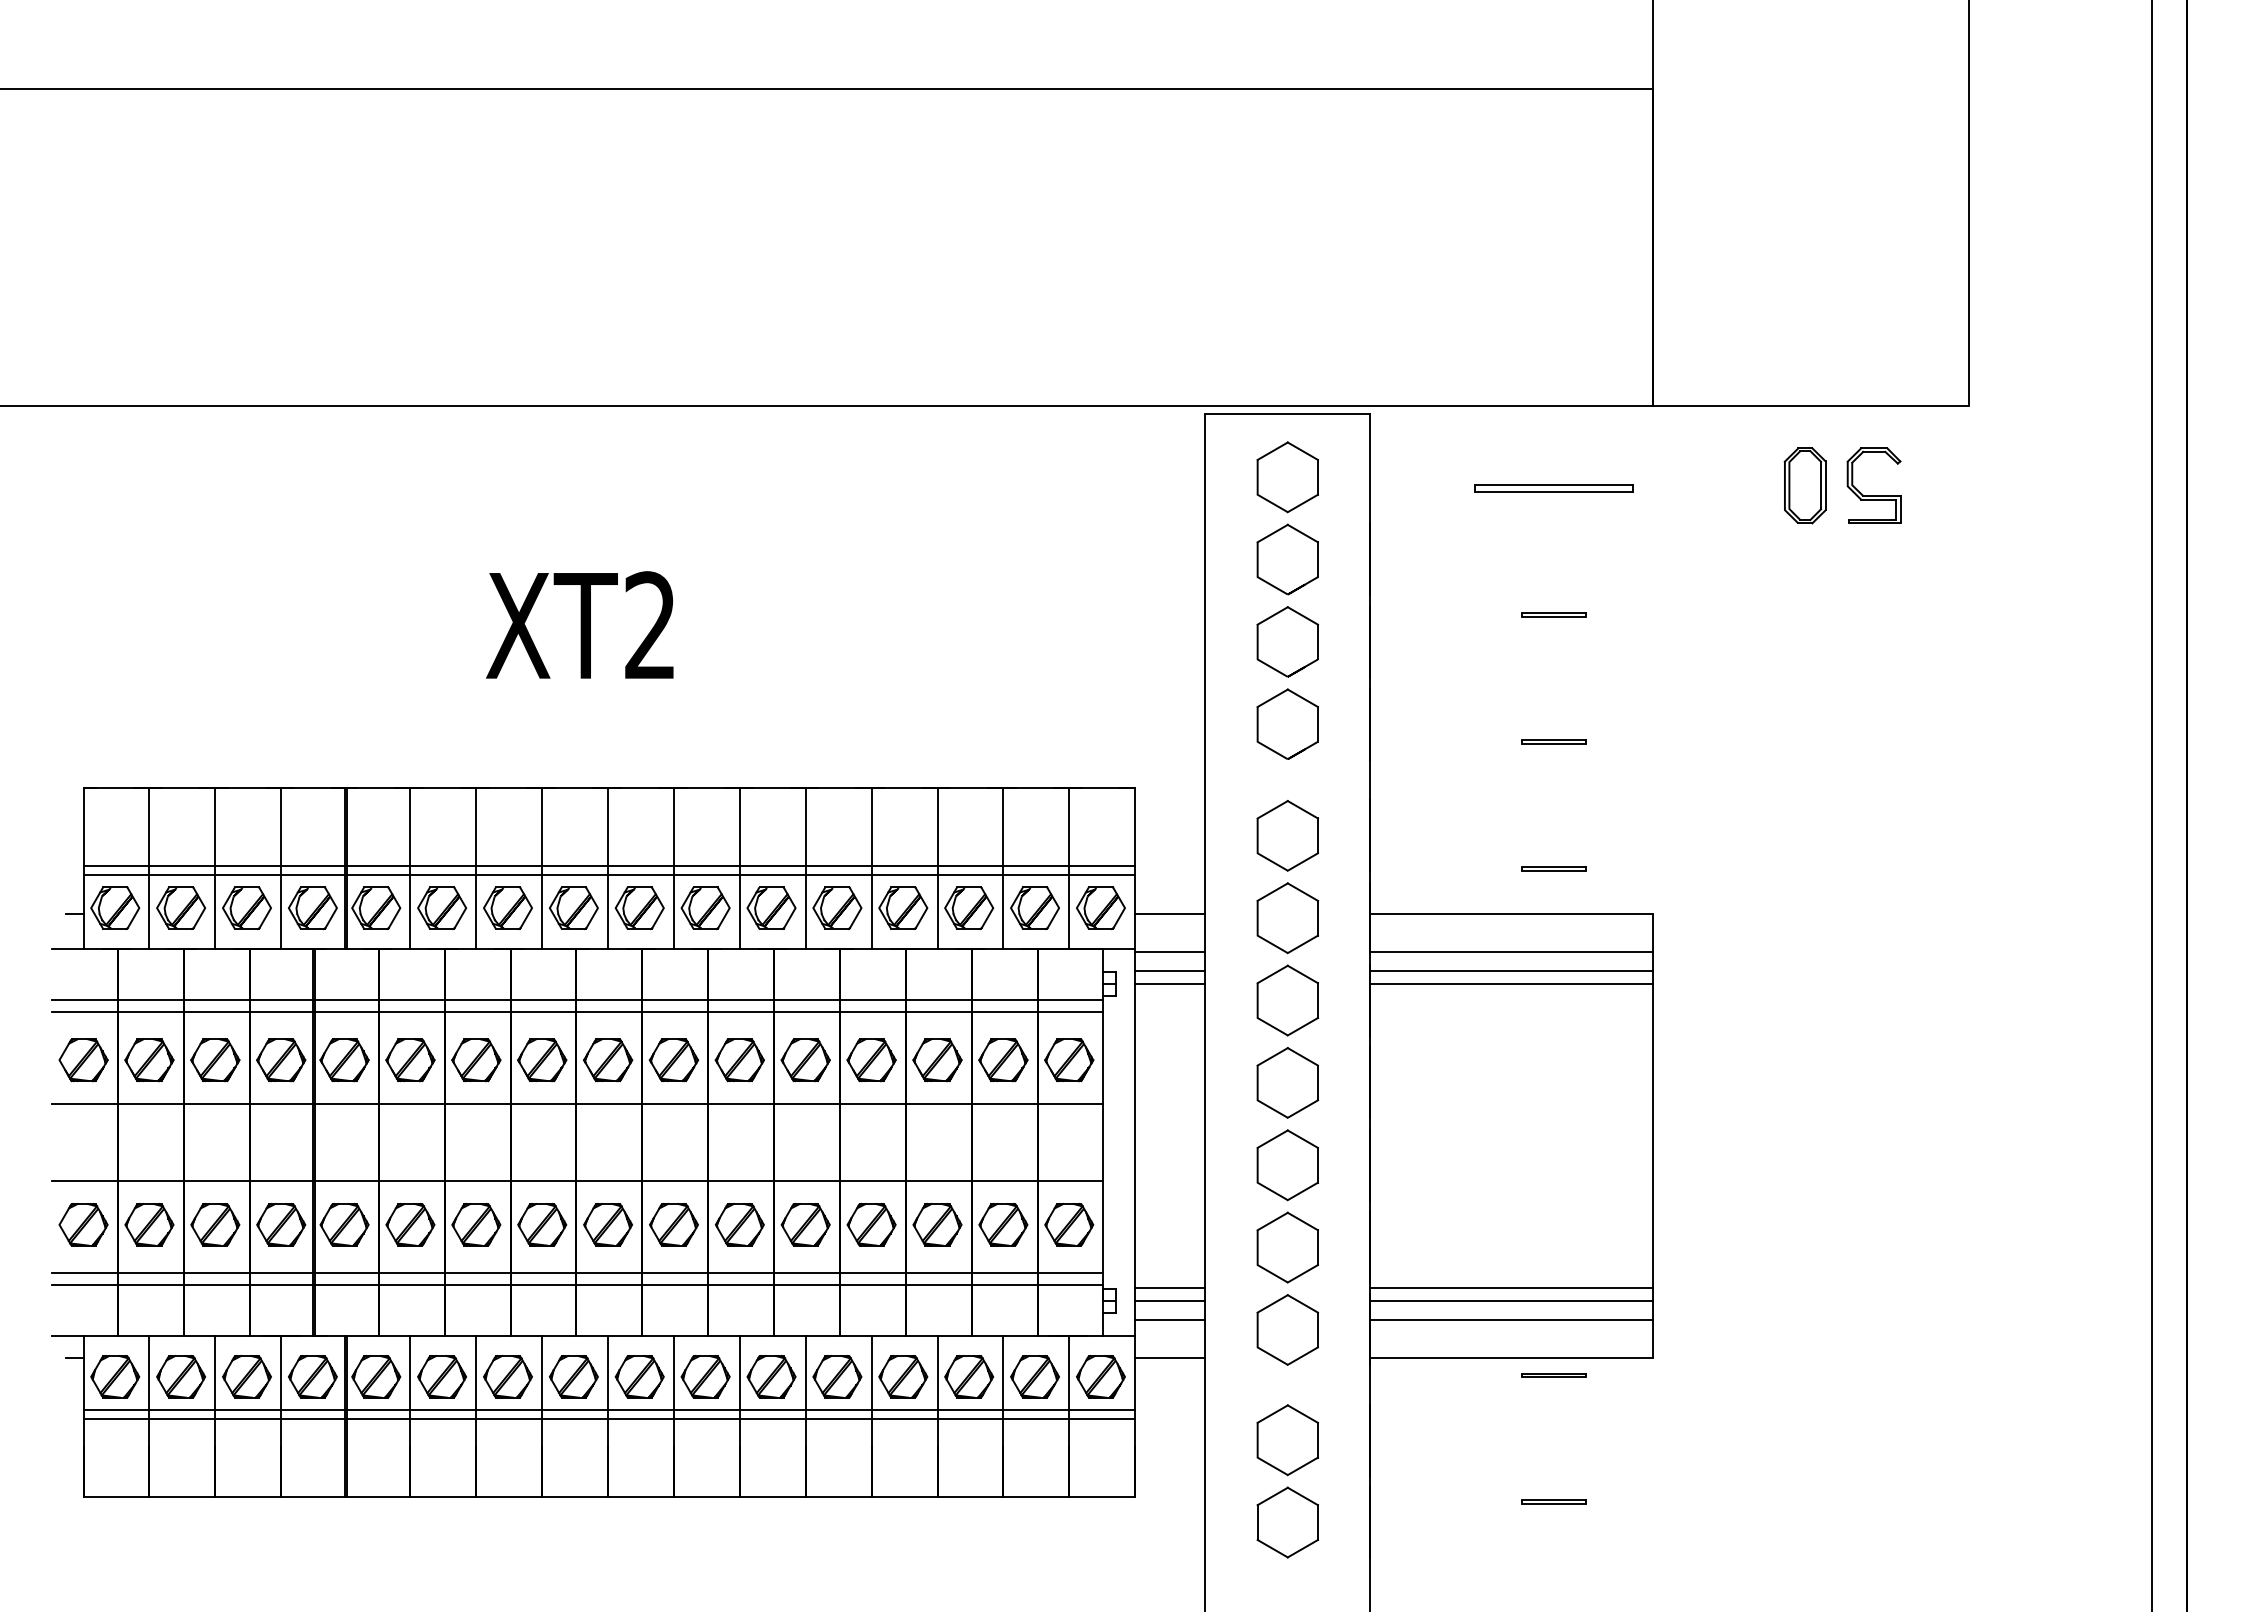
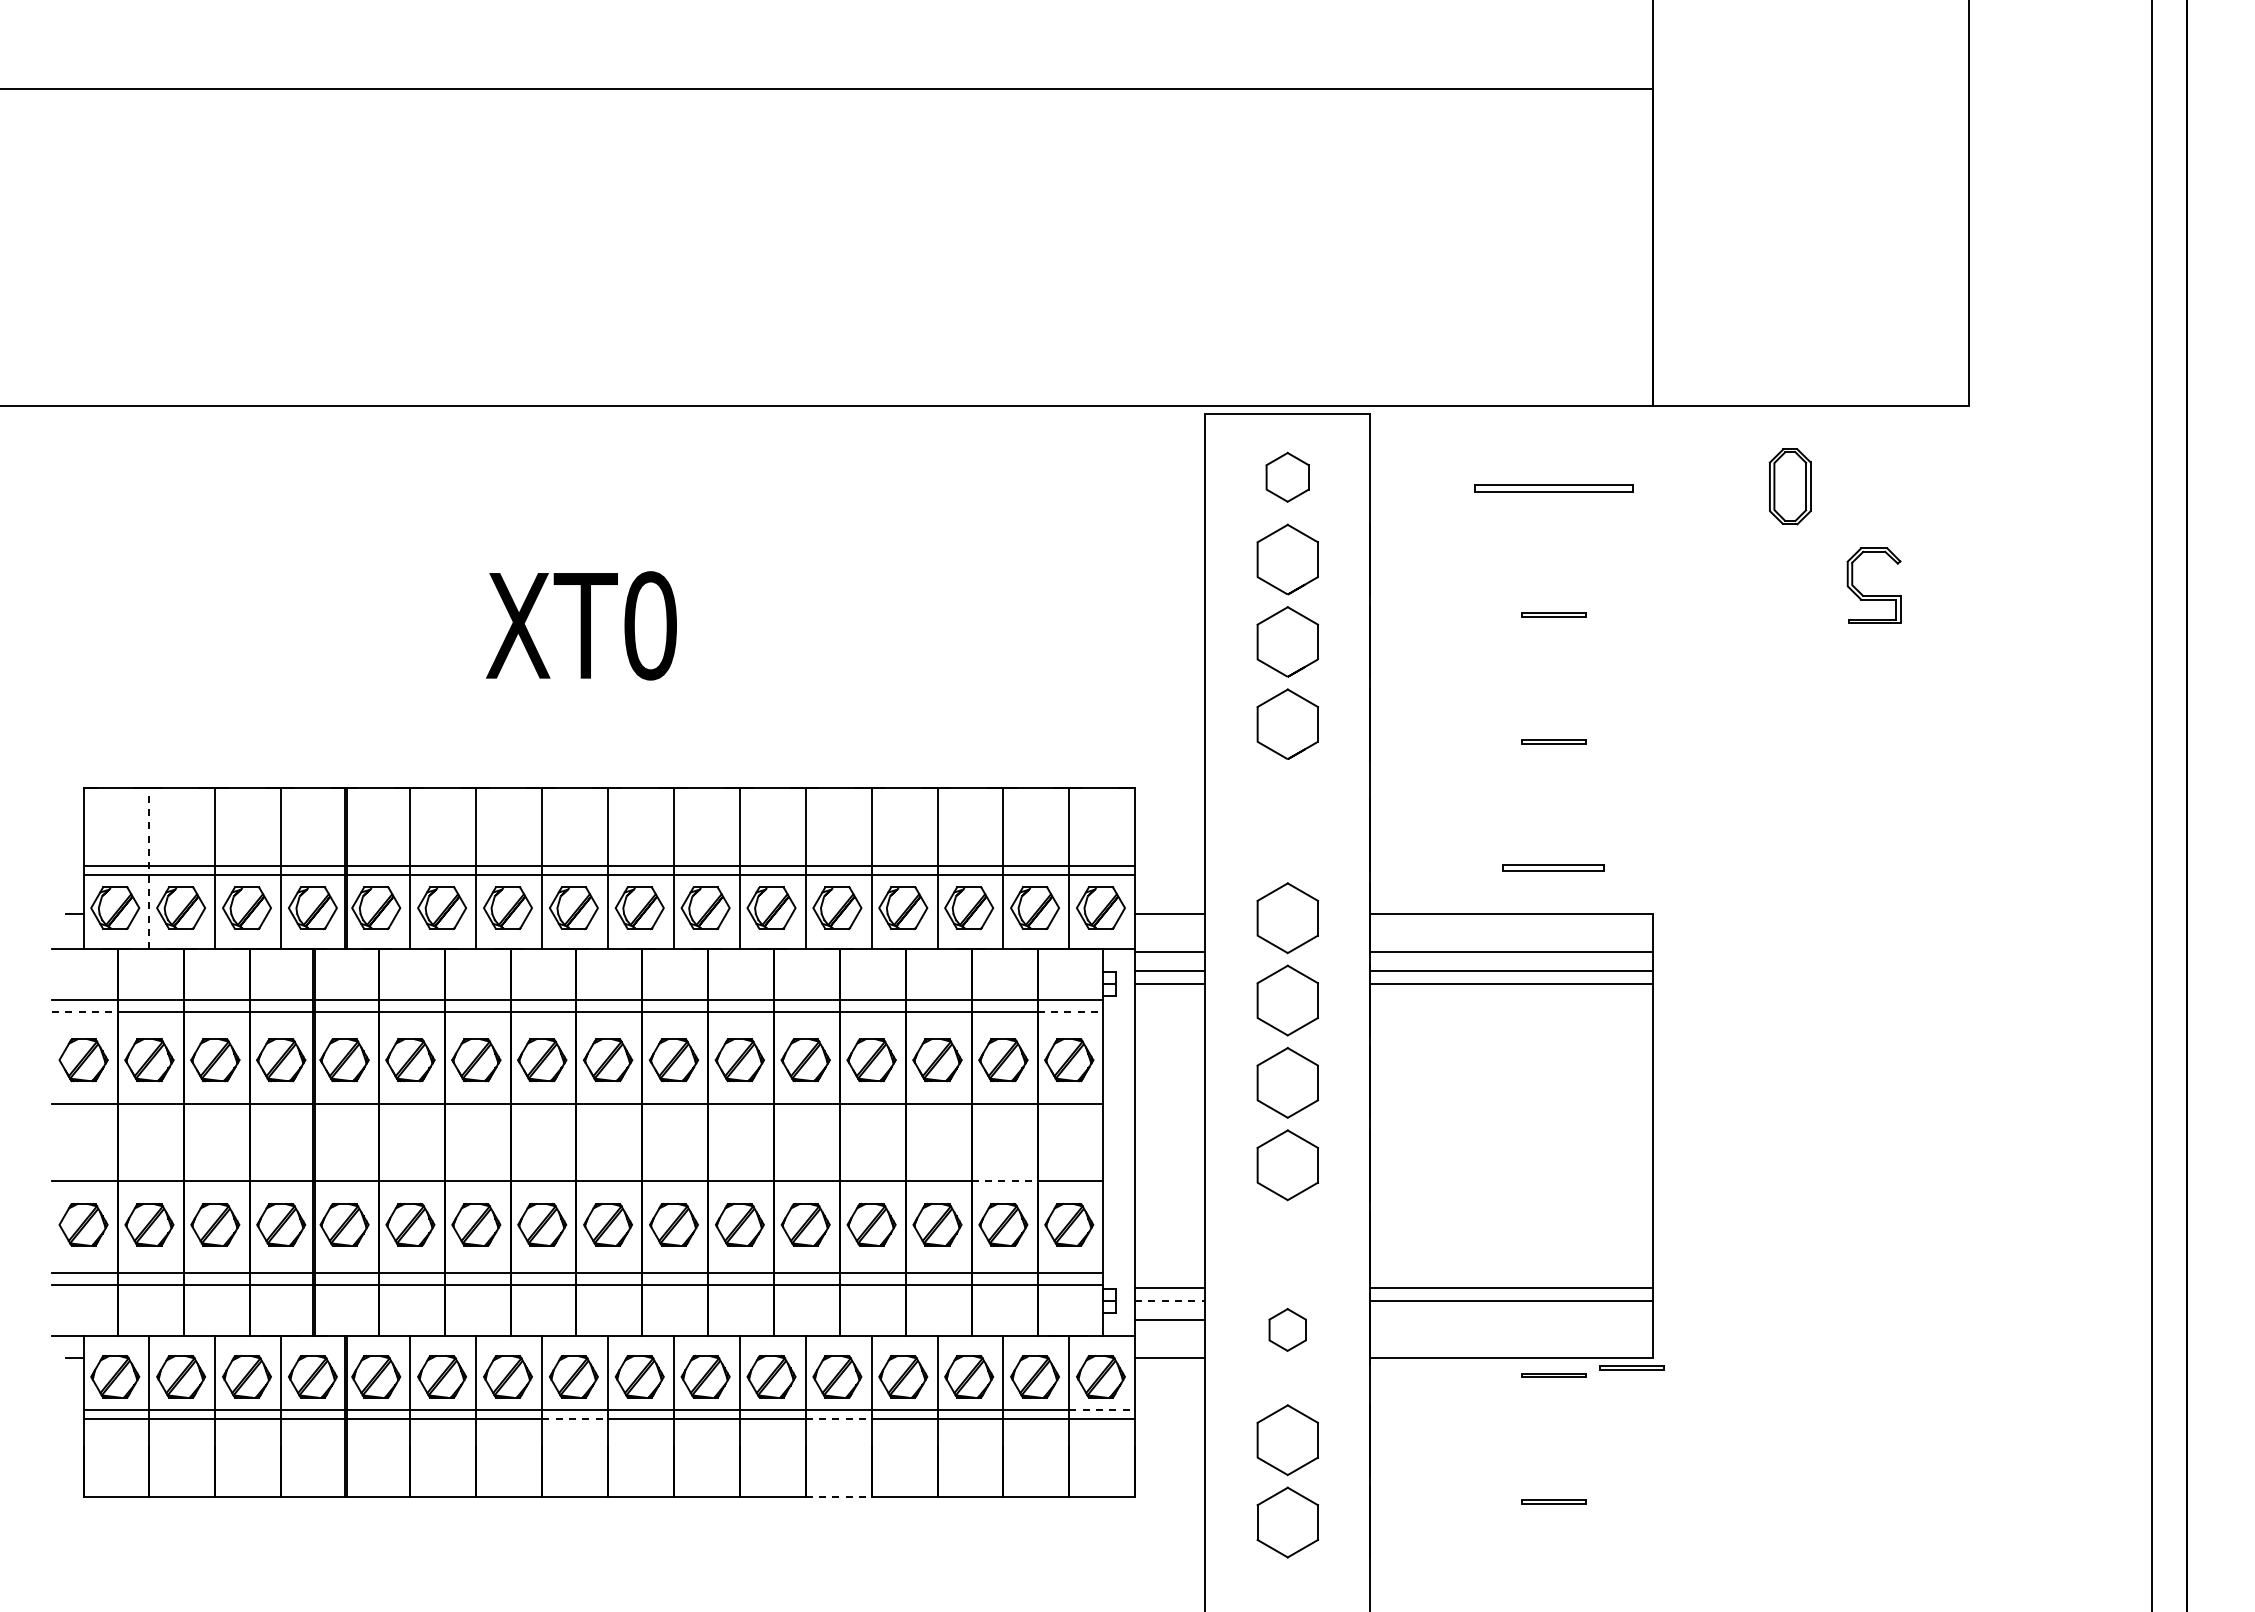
part at (1287, 477) size: 63x73 px -> 45x52 px
part at (1804, 485) position: (1804, 485) -> (1789, 486)
part at (1873, 495) position: (1873, 495) -> (1873, 595)
text at (650, 625): XT2 -> XT0
part at (1287, 835): present -> none
line at (149, 868): solid -> dashed
part at (1553, 868) size: 66x6 px -> 103x8 px
line at (84, 1012): solid -> dashed
line at (1070, 1012): solid -> dashed
line at (1004, 1180): solid -> dashed
part at (1287, 1247): present -> none
line at (1170, 1300): solid -> dashed
line at (1511, 1319): present -> none
part at (1287, 1329) size: 63x72 px -> 39x44 px
part at (1631, 1367): none -> present
line at (1102, 1409): solid -> dashed
line at (575, 1418): solid -> dashed
line at (838, 1418): solid -> dashed
line at (838, 1497): solid -> dashed
